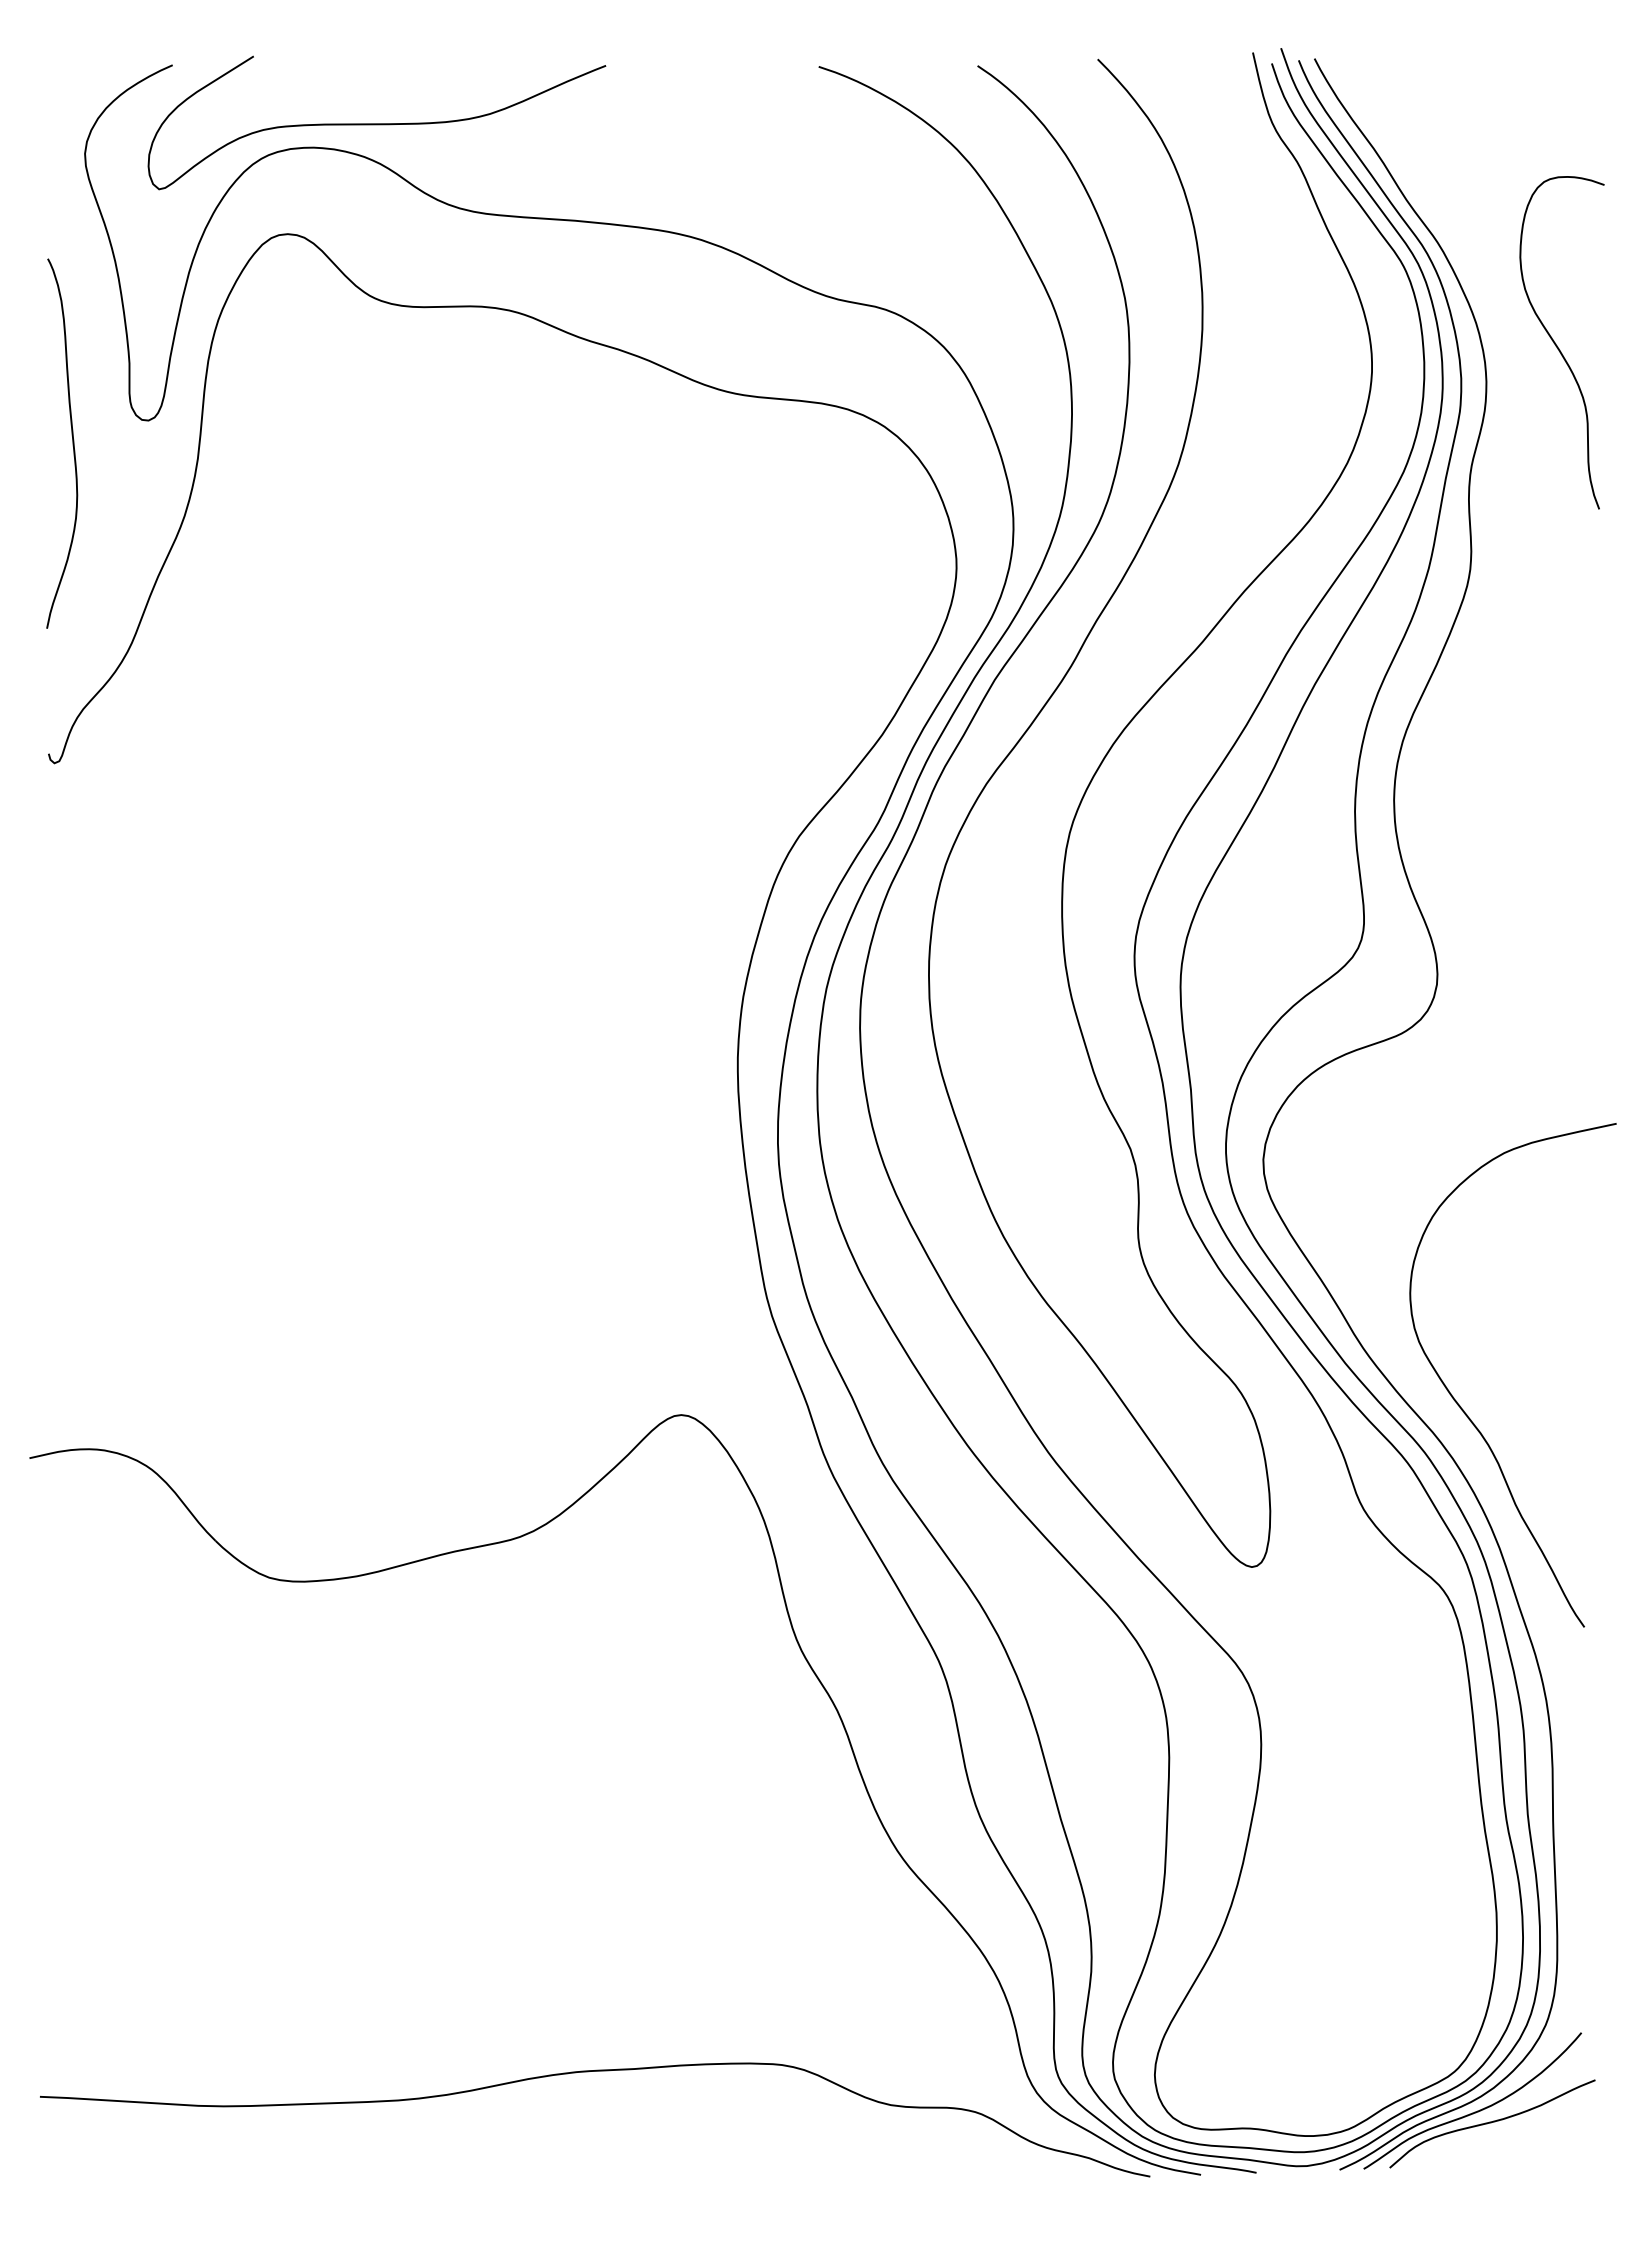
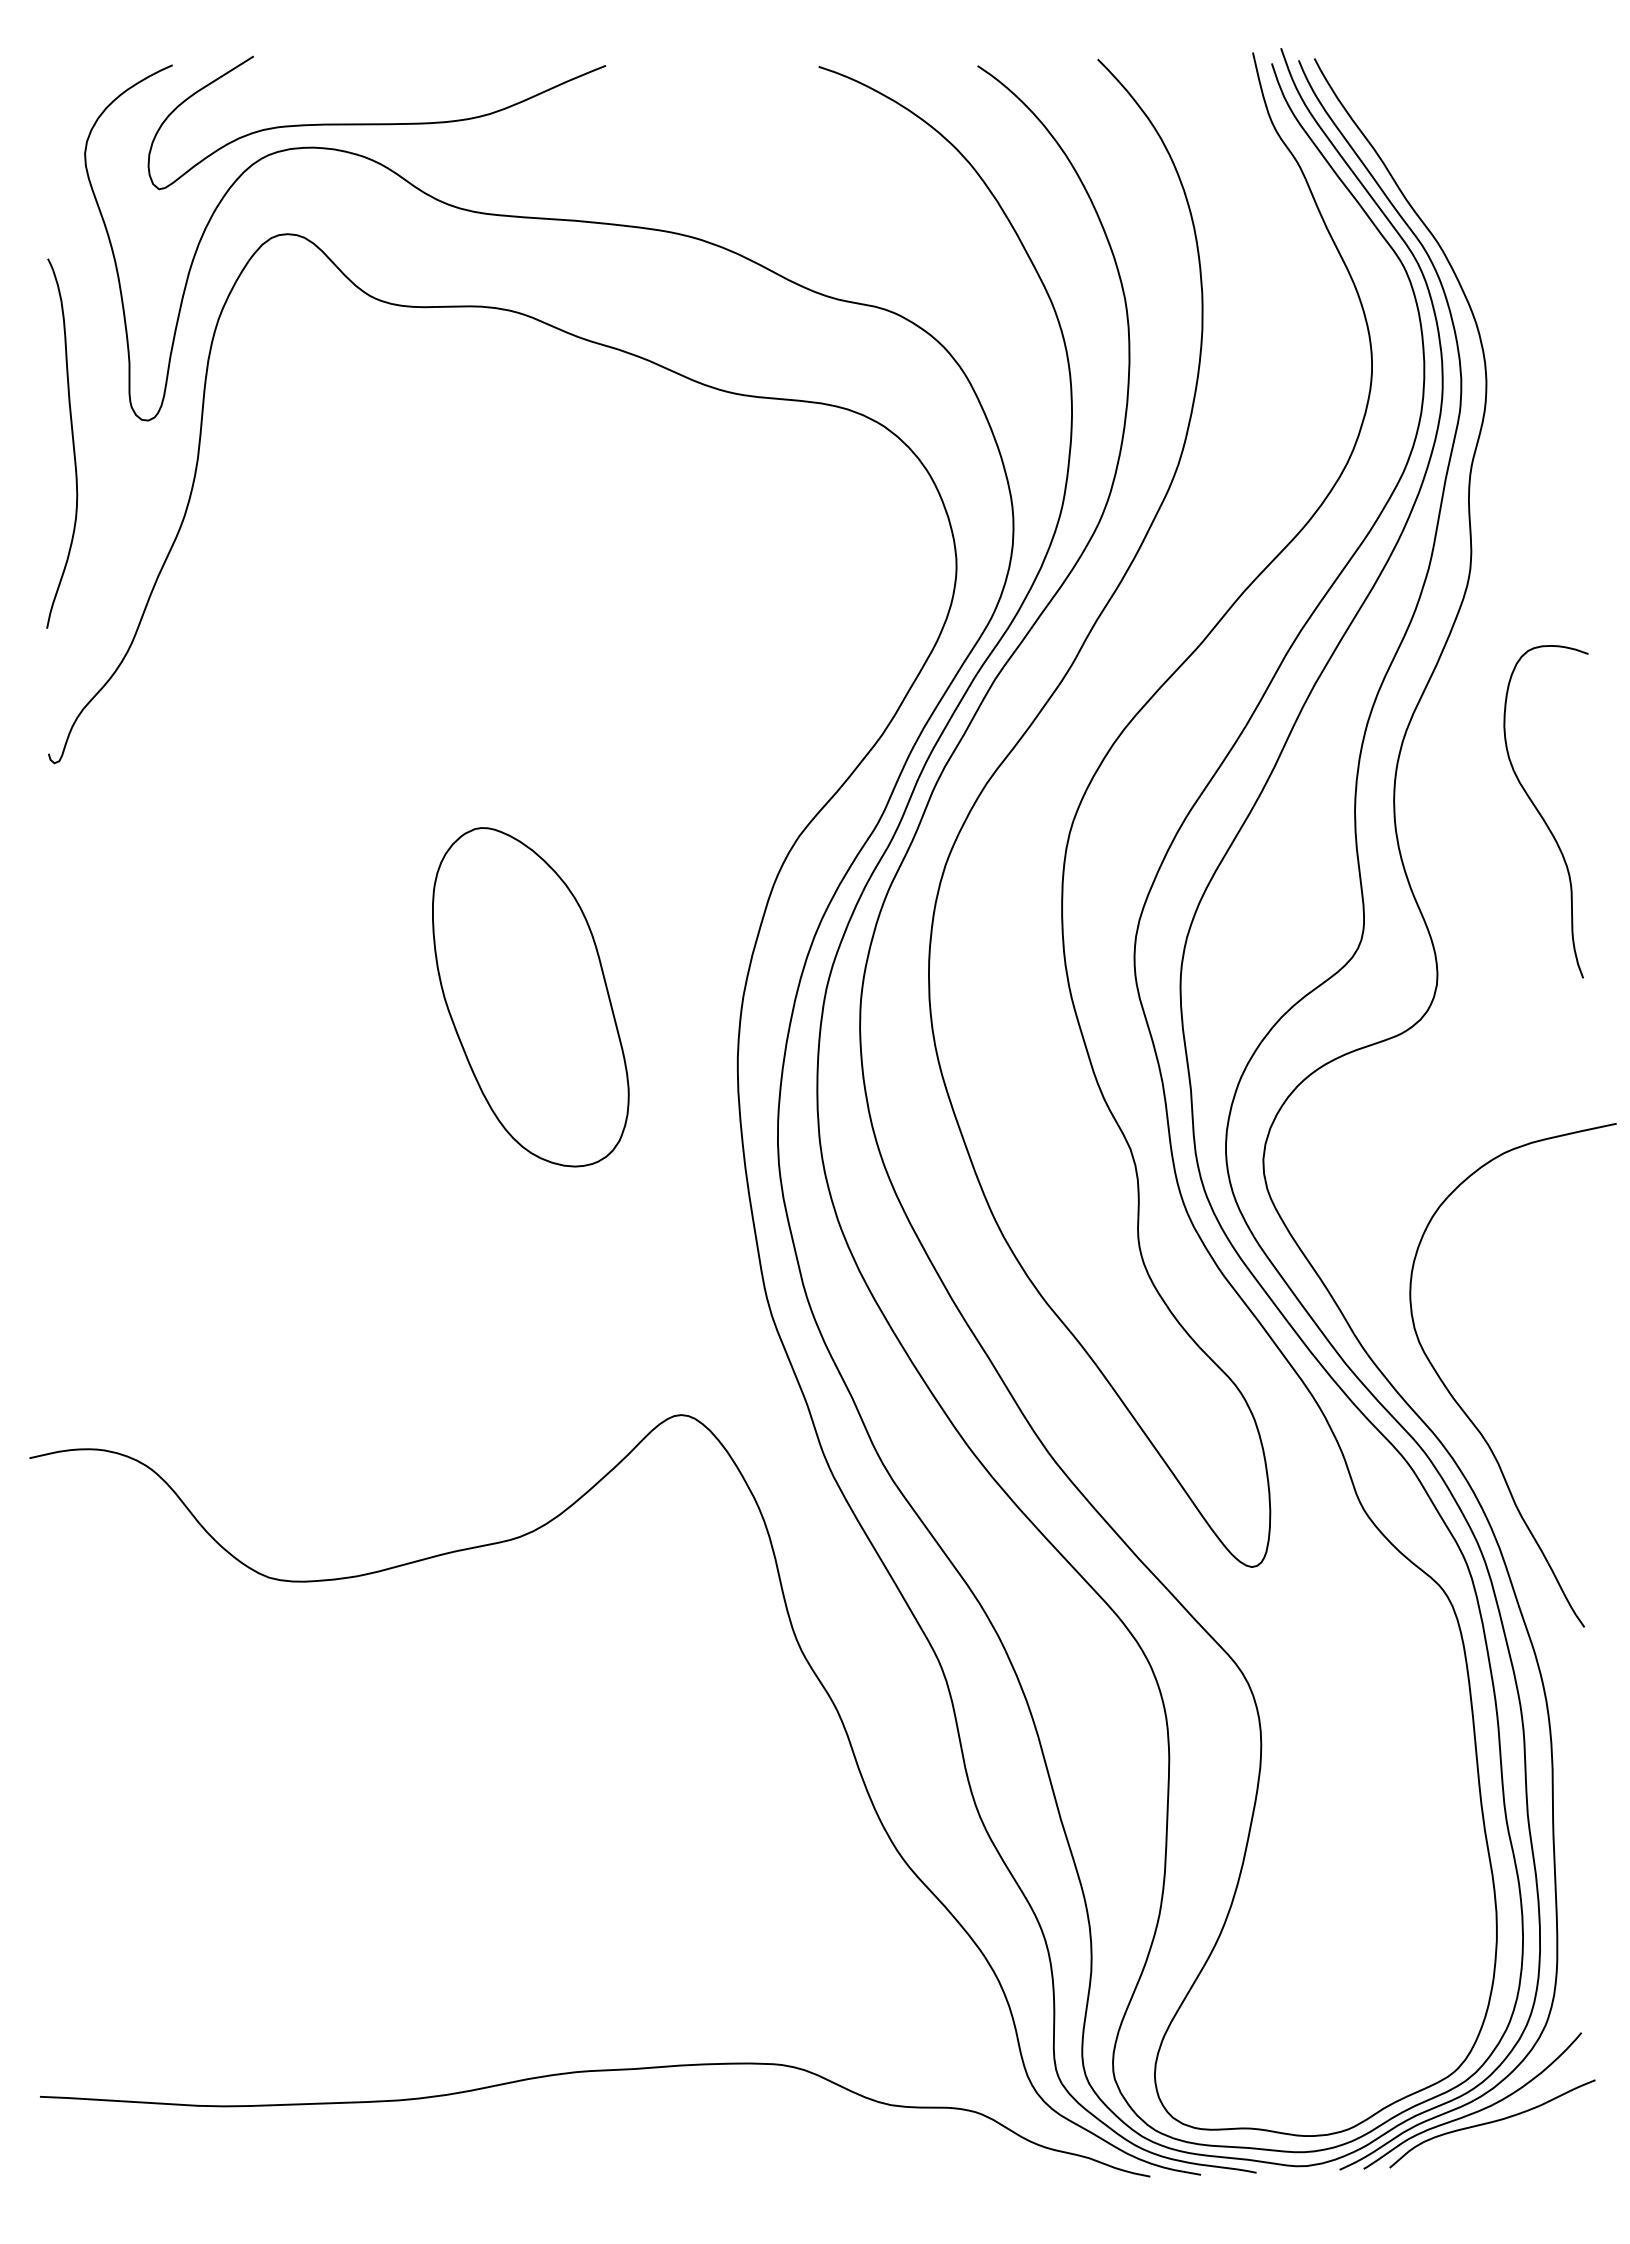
curve at (1557, 345) position: (1557, 345) -> (1541, 814)
part at (530, 997): none -> present
